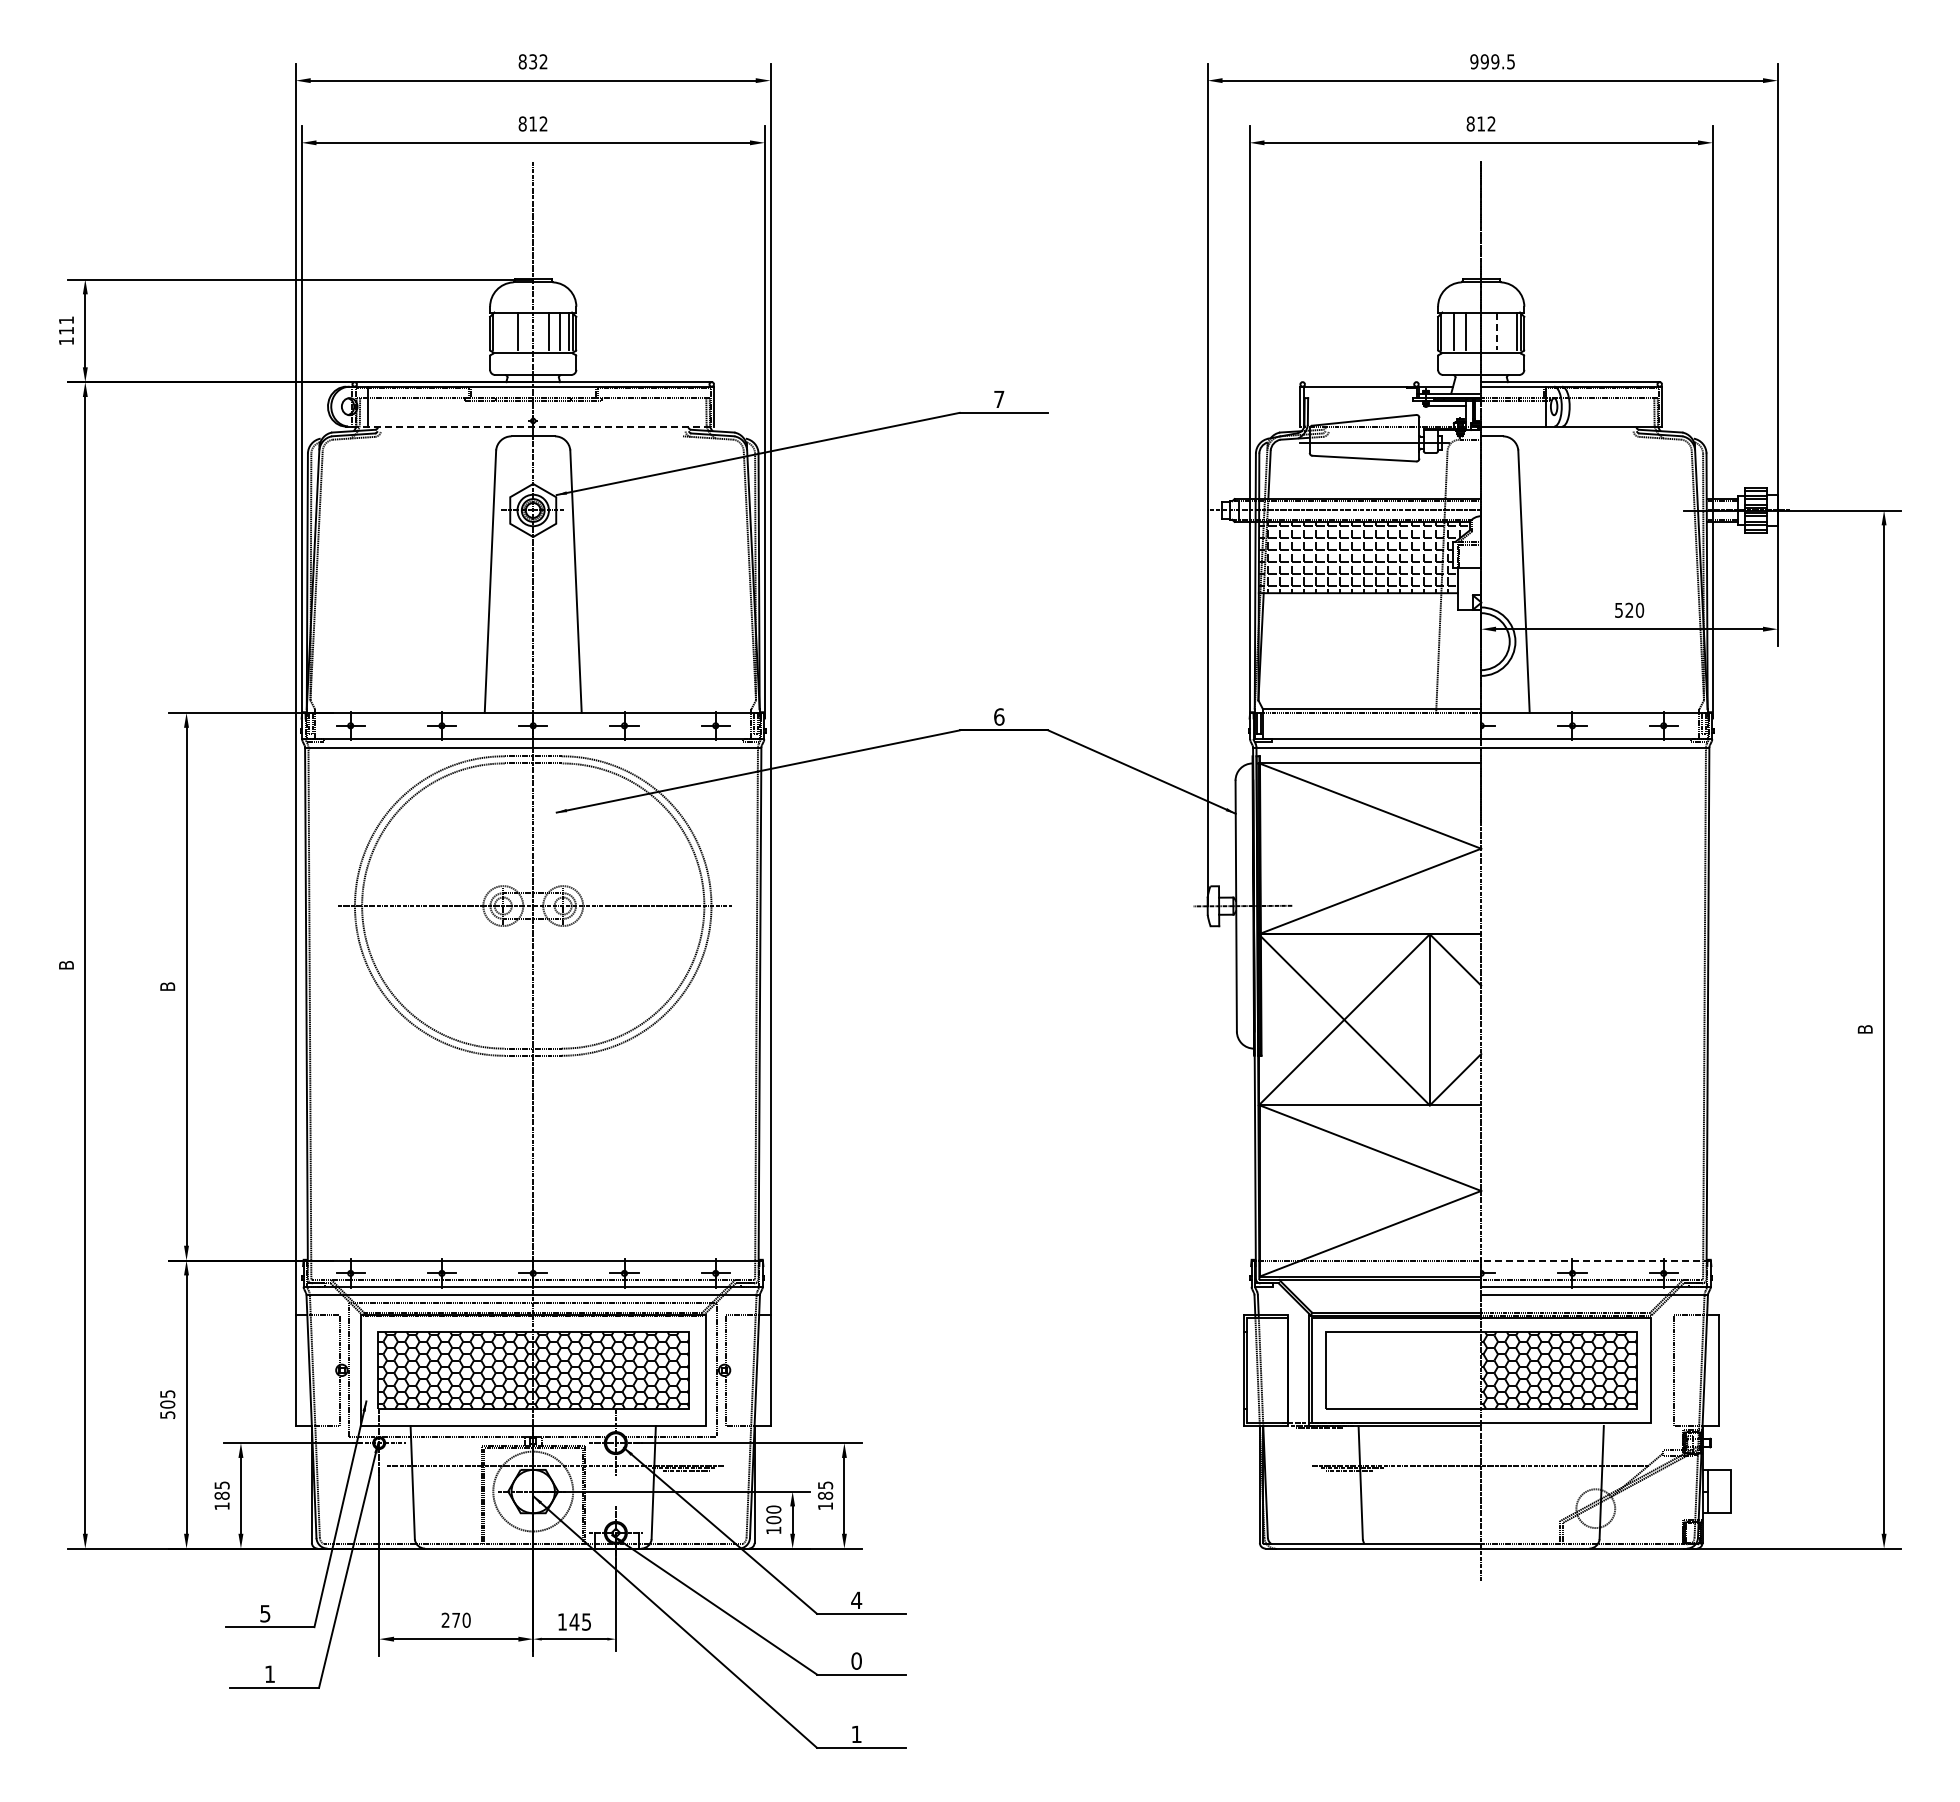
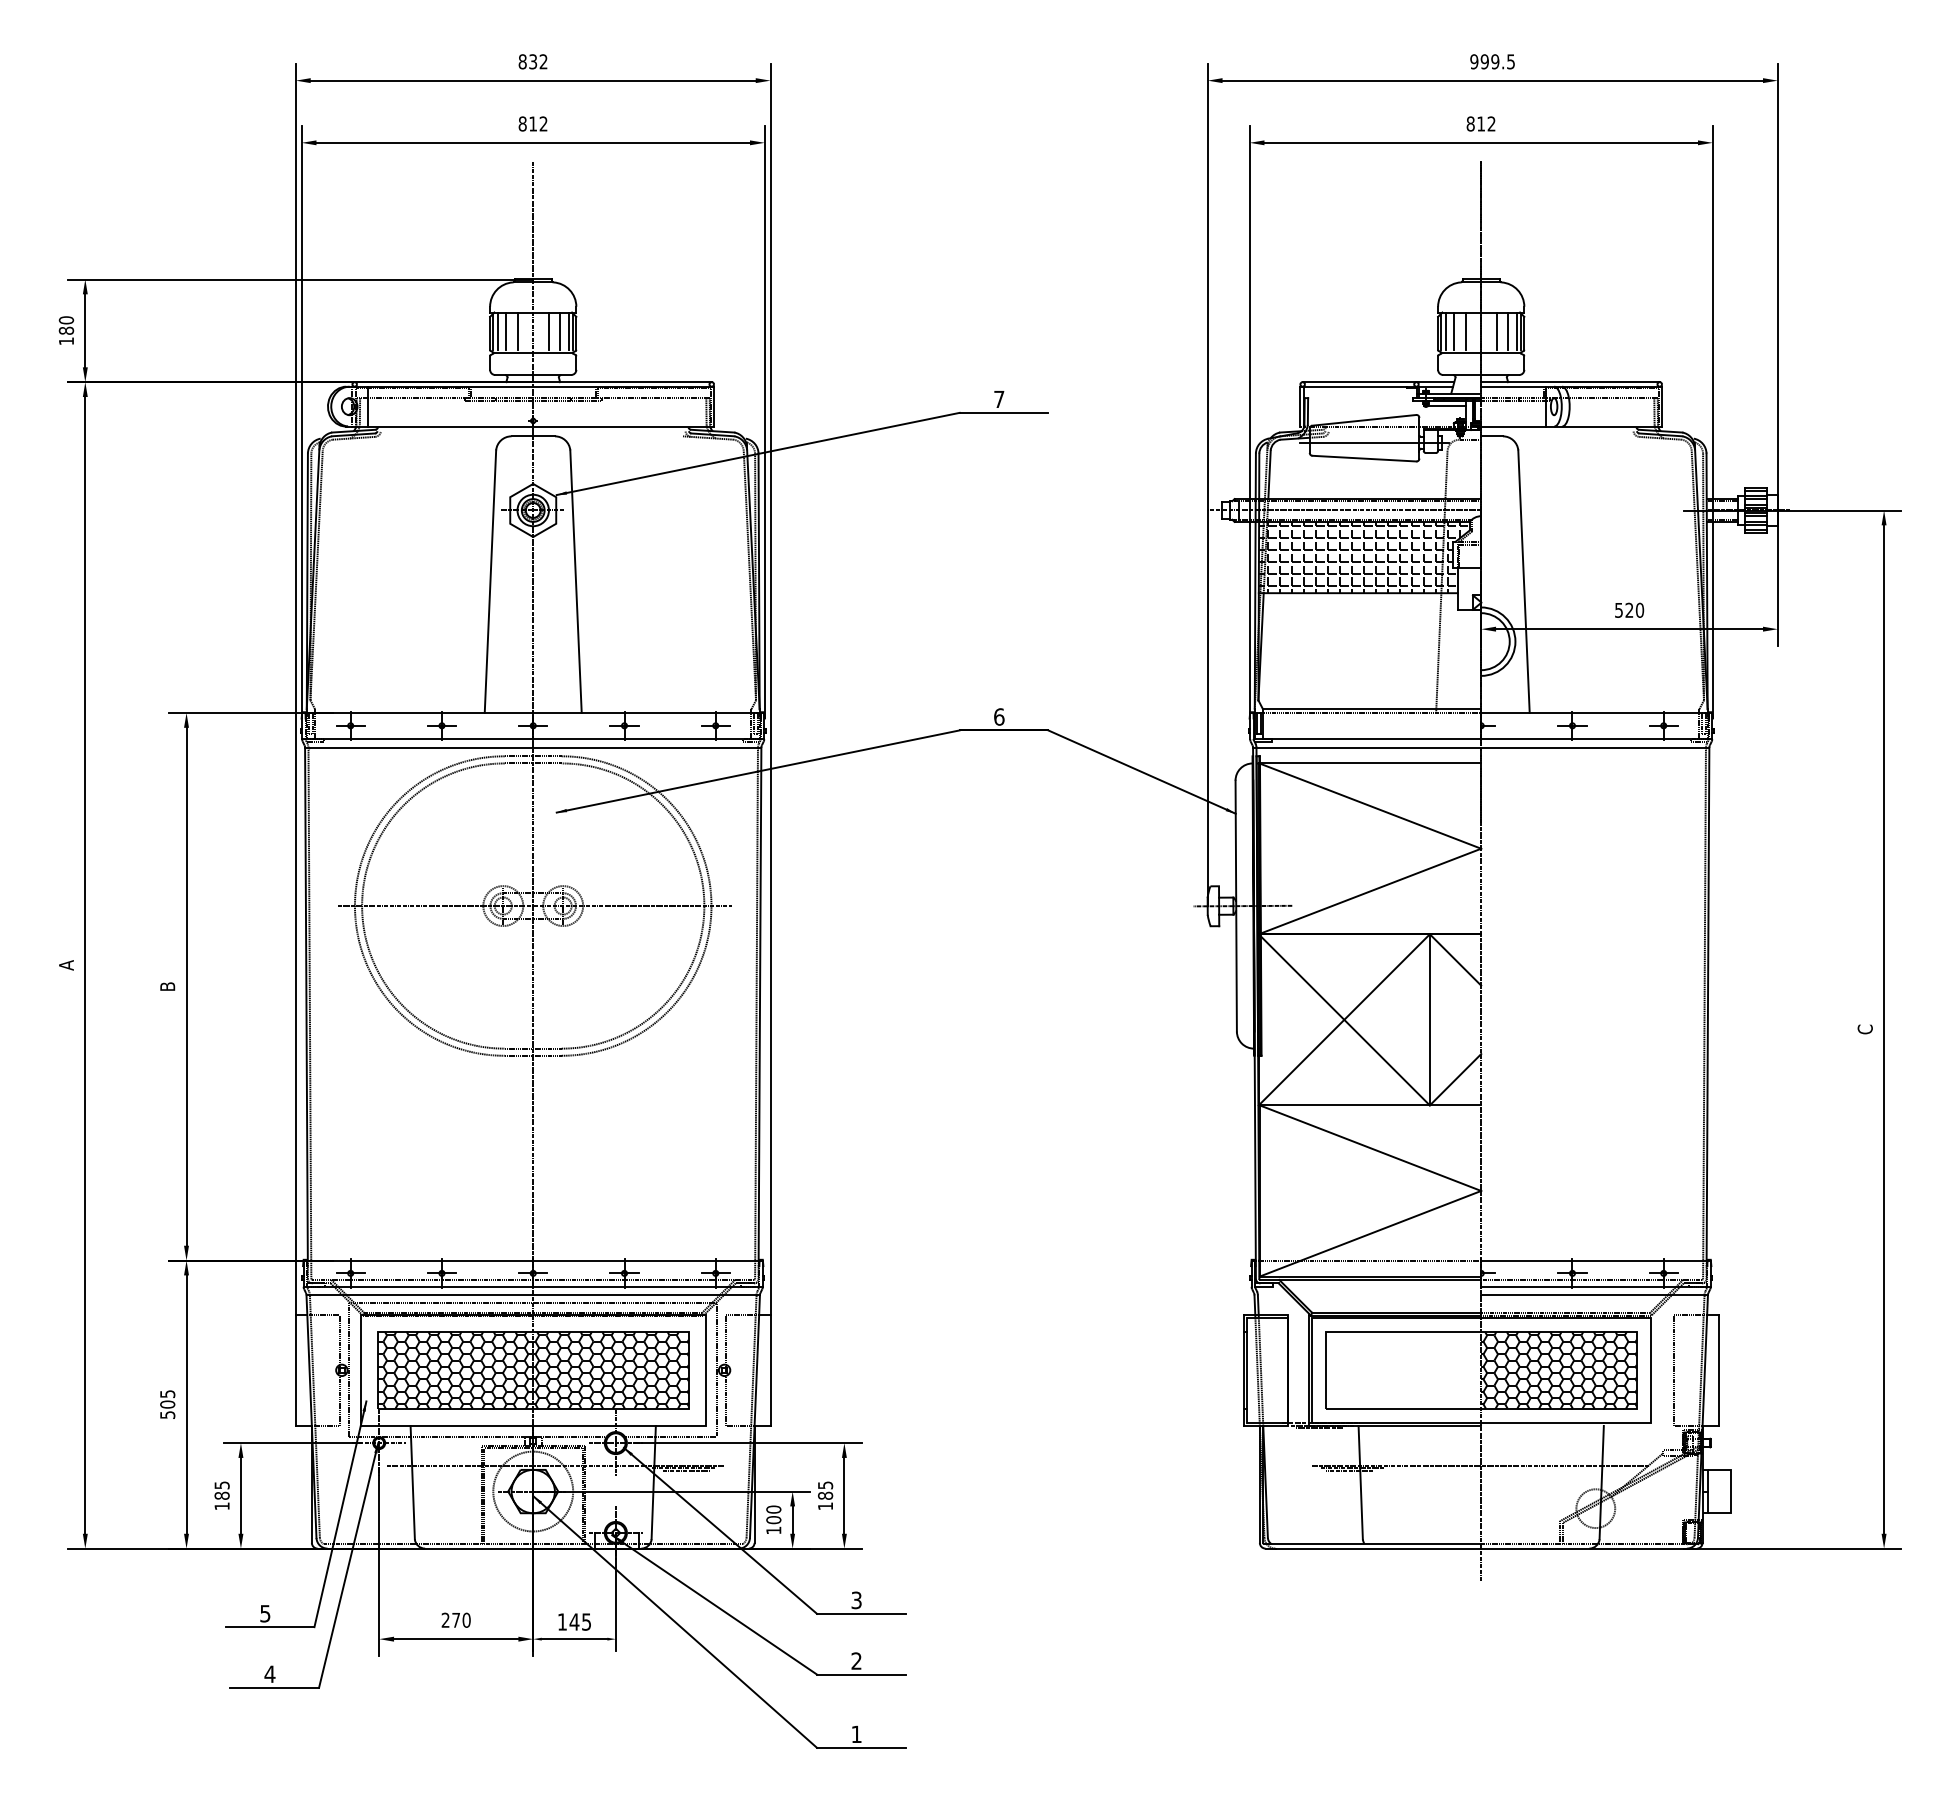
text at (66, 325): 111 -> 180
line at (497, 331): none -> present
line at (506, 331): none -> present
line at (1445, 331): none -> present
line at (1496, 331): dashed -> solid
line at (1508, 331): none -> present
line at (1378, 382): none -> present
line at (533, 426): dashed -> solid
text at (66, 965): B -> A
text at (1864, 1029): B -> C
line at (1596, 1260): dashed -> solid
text at (856, 1600): 4 -> 3
text at (856, 1660): 0 -> 2
text at (269, 1673): 1 -> 4
